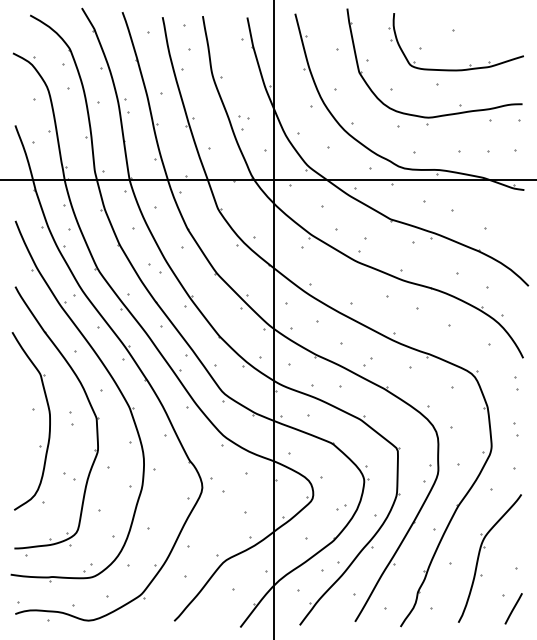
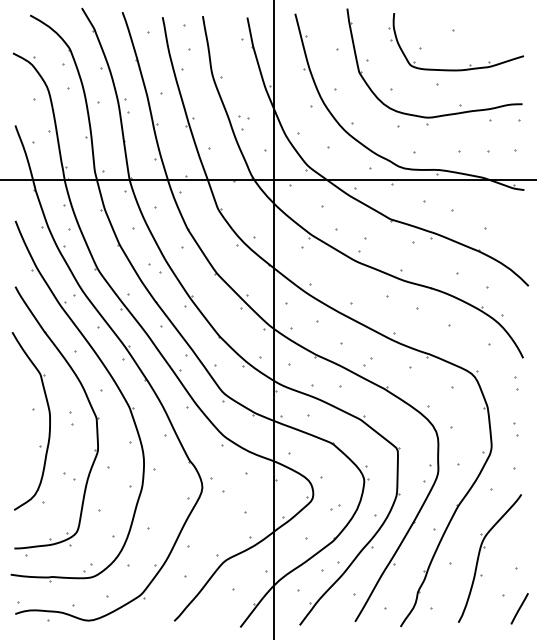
part at (341, 507) position: (341, 507) -> (335, 507)
line at (513, 608) position: (513, 608) -> (519, 608)
